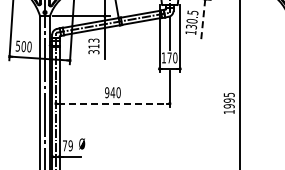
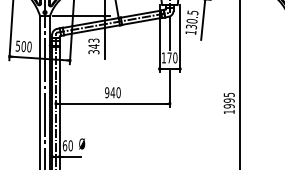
line at (203, 20): dashed -> solid
text at (93, 46): 313 -> 343
line at (113, 103): dashed -> solid
text at (67, 145): 79 -> 60
